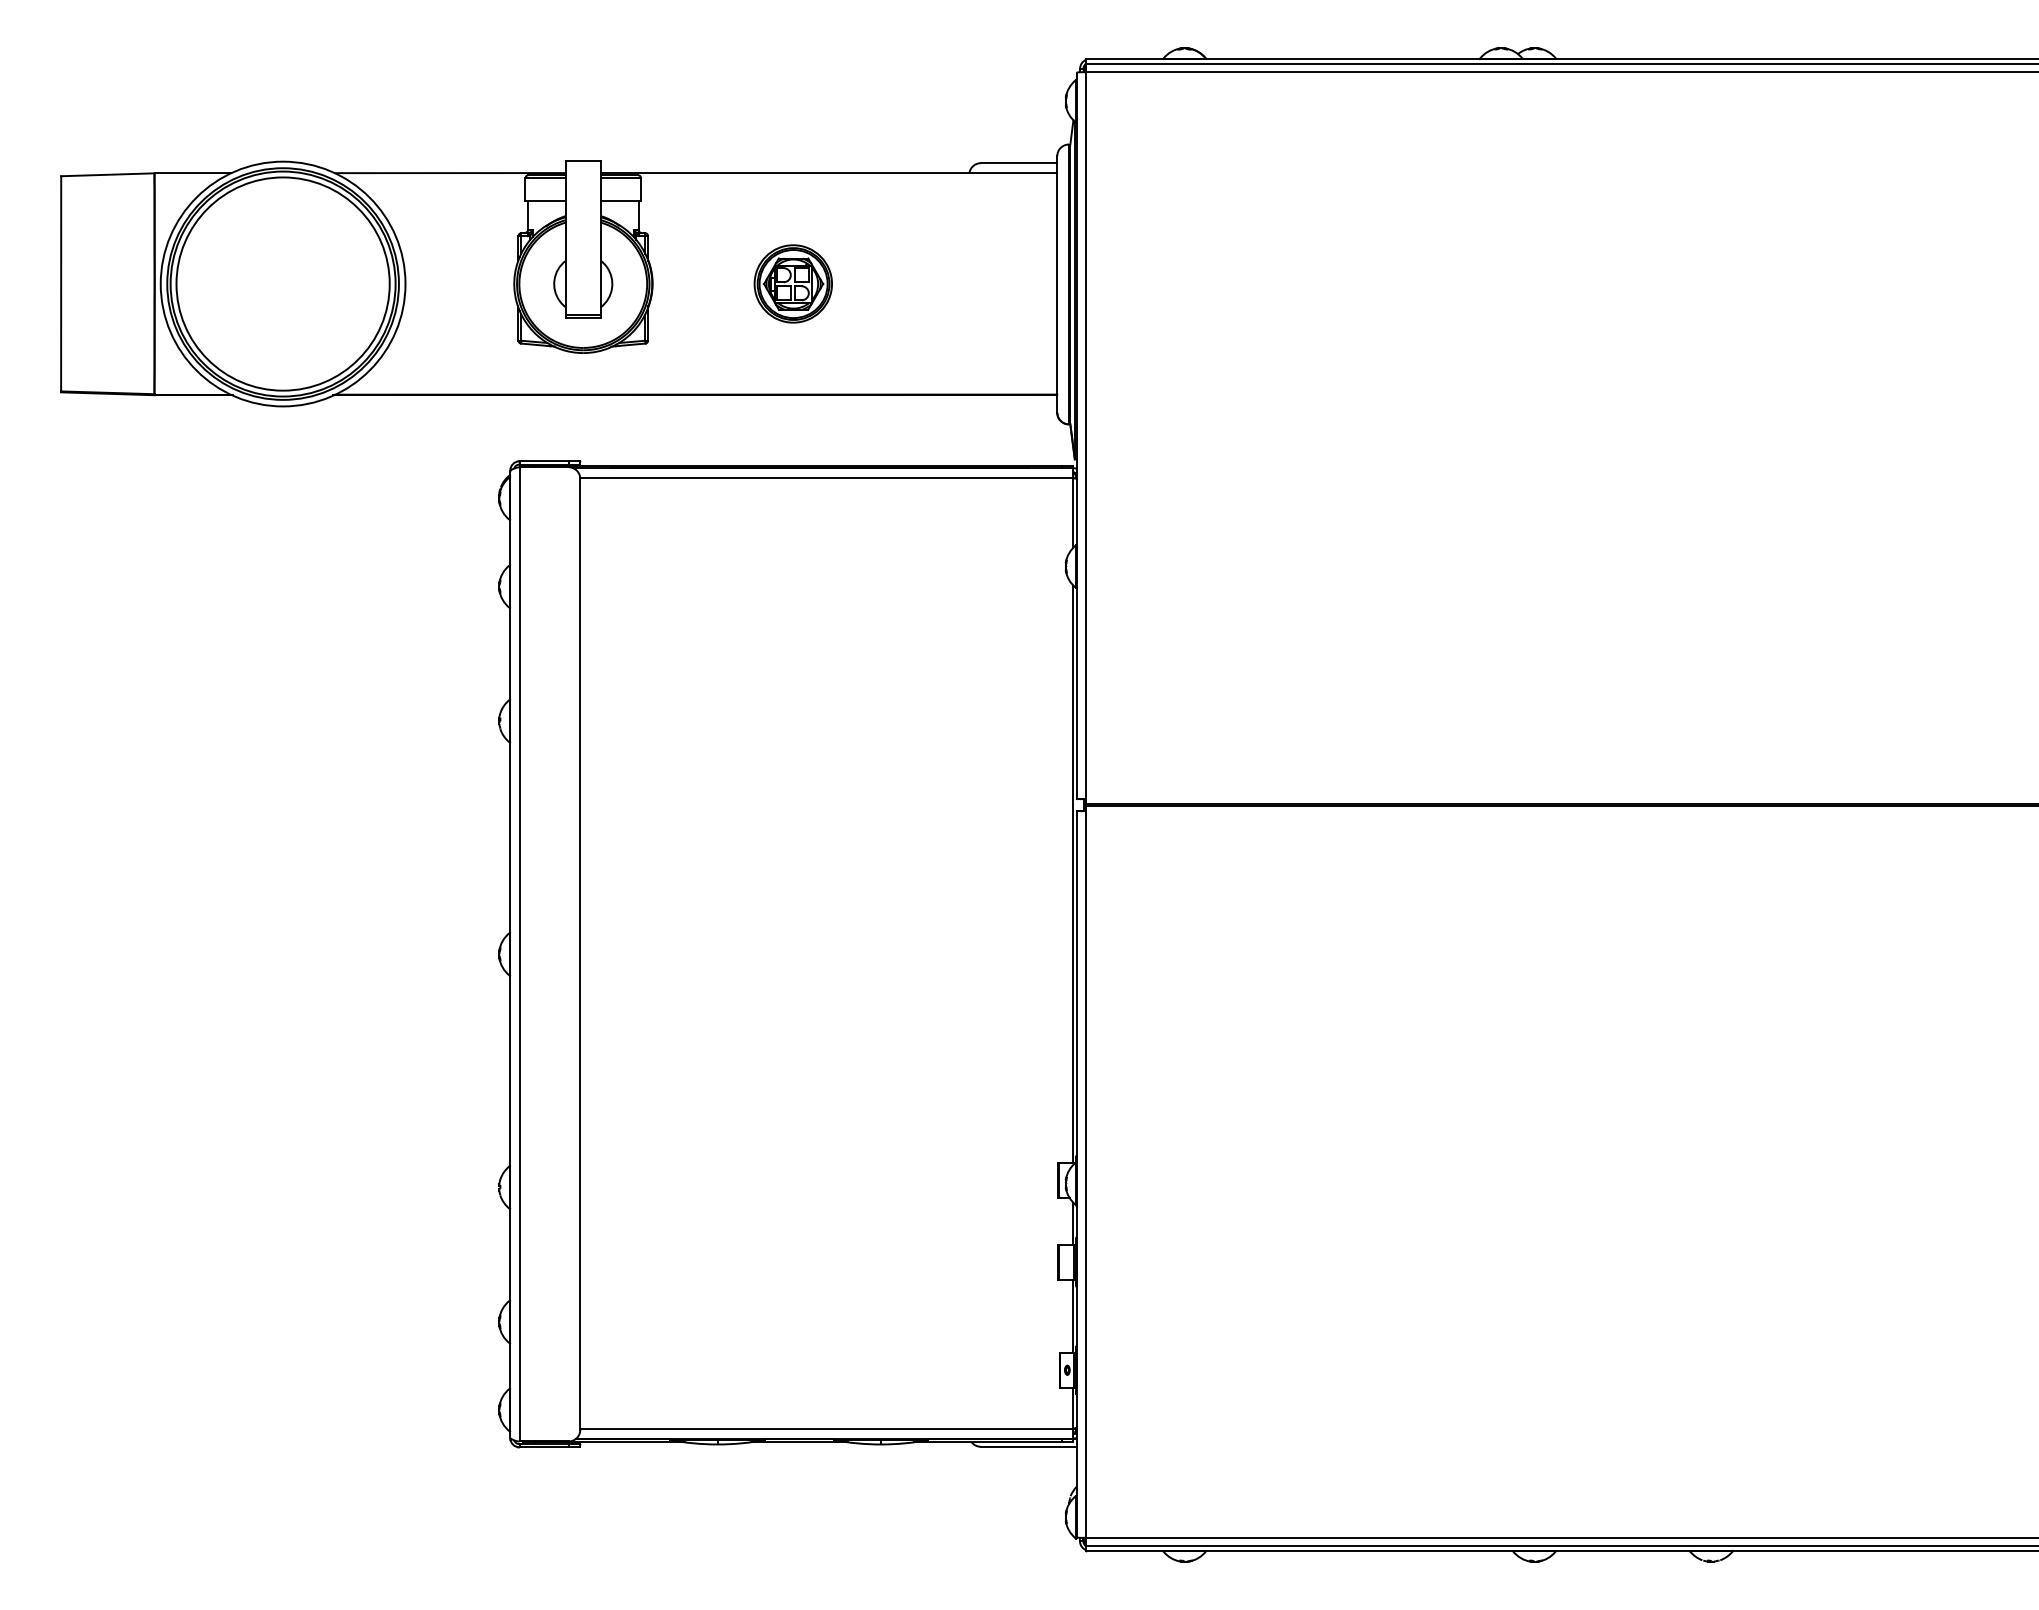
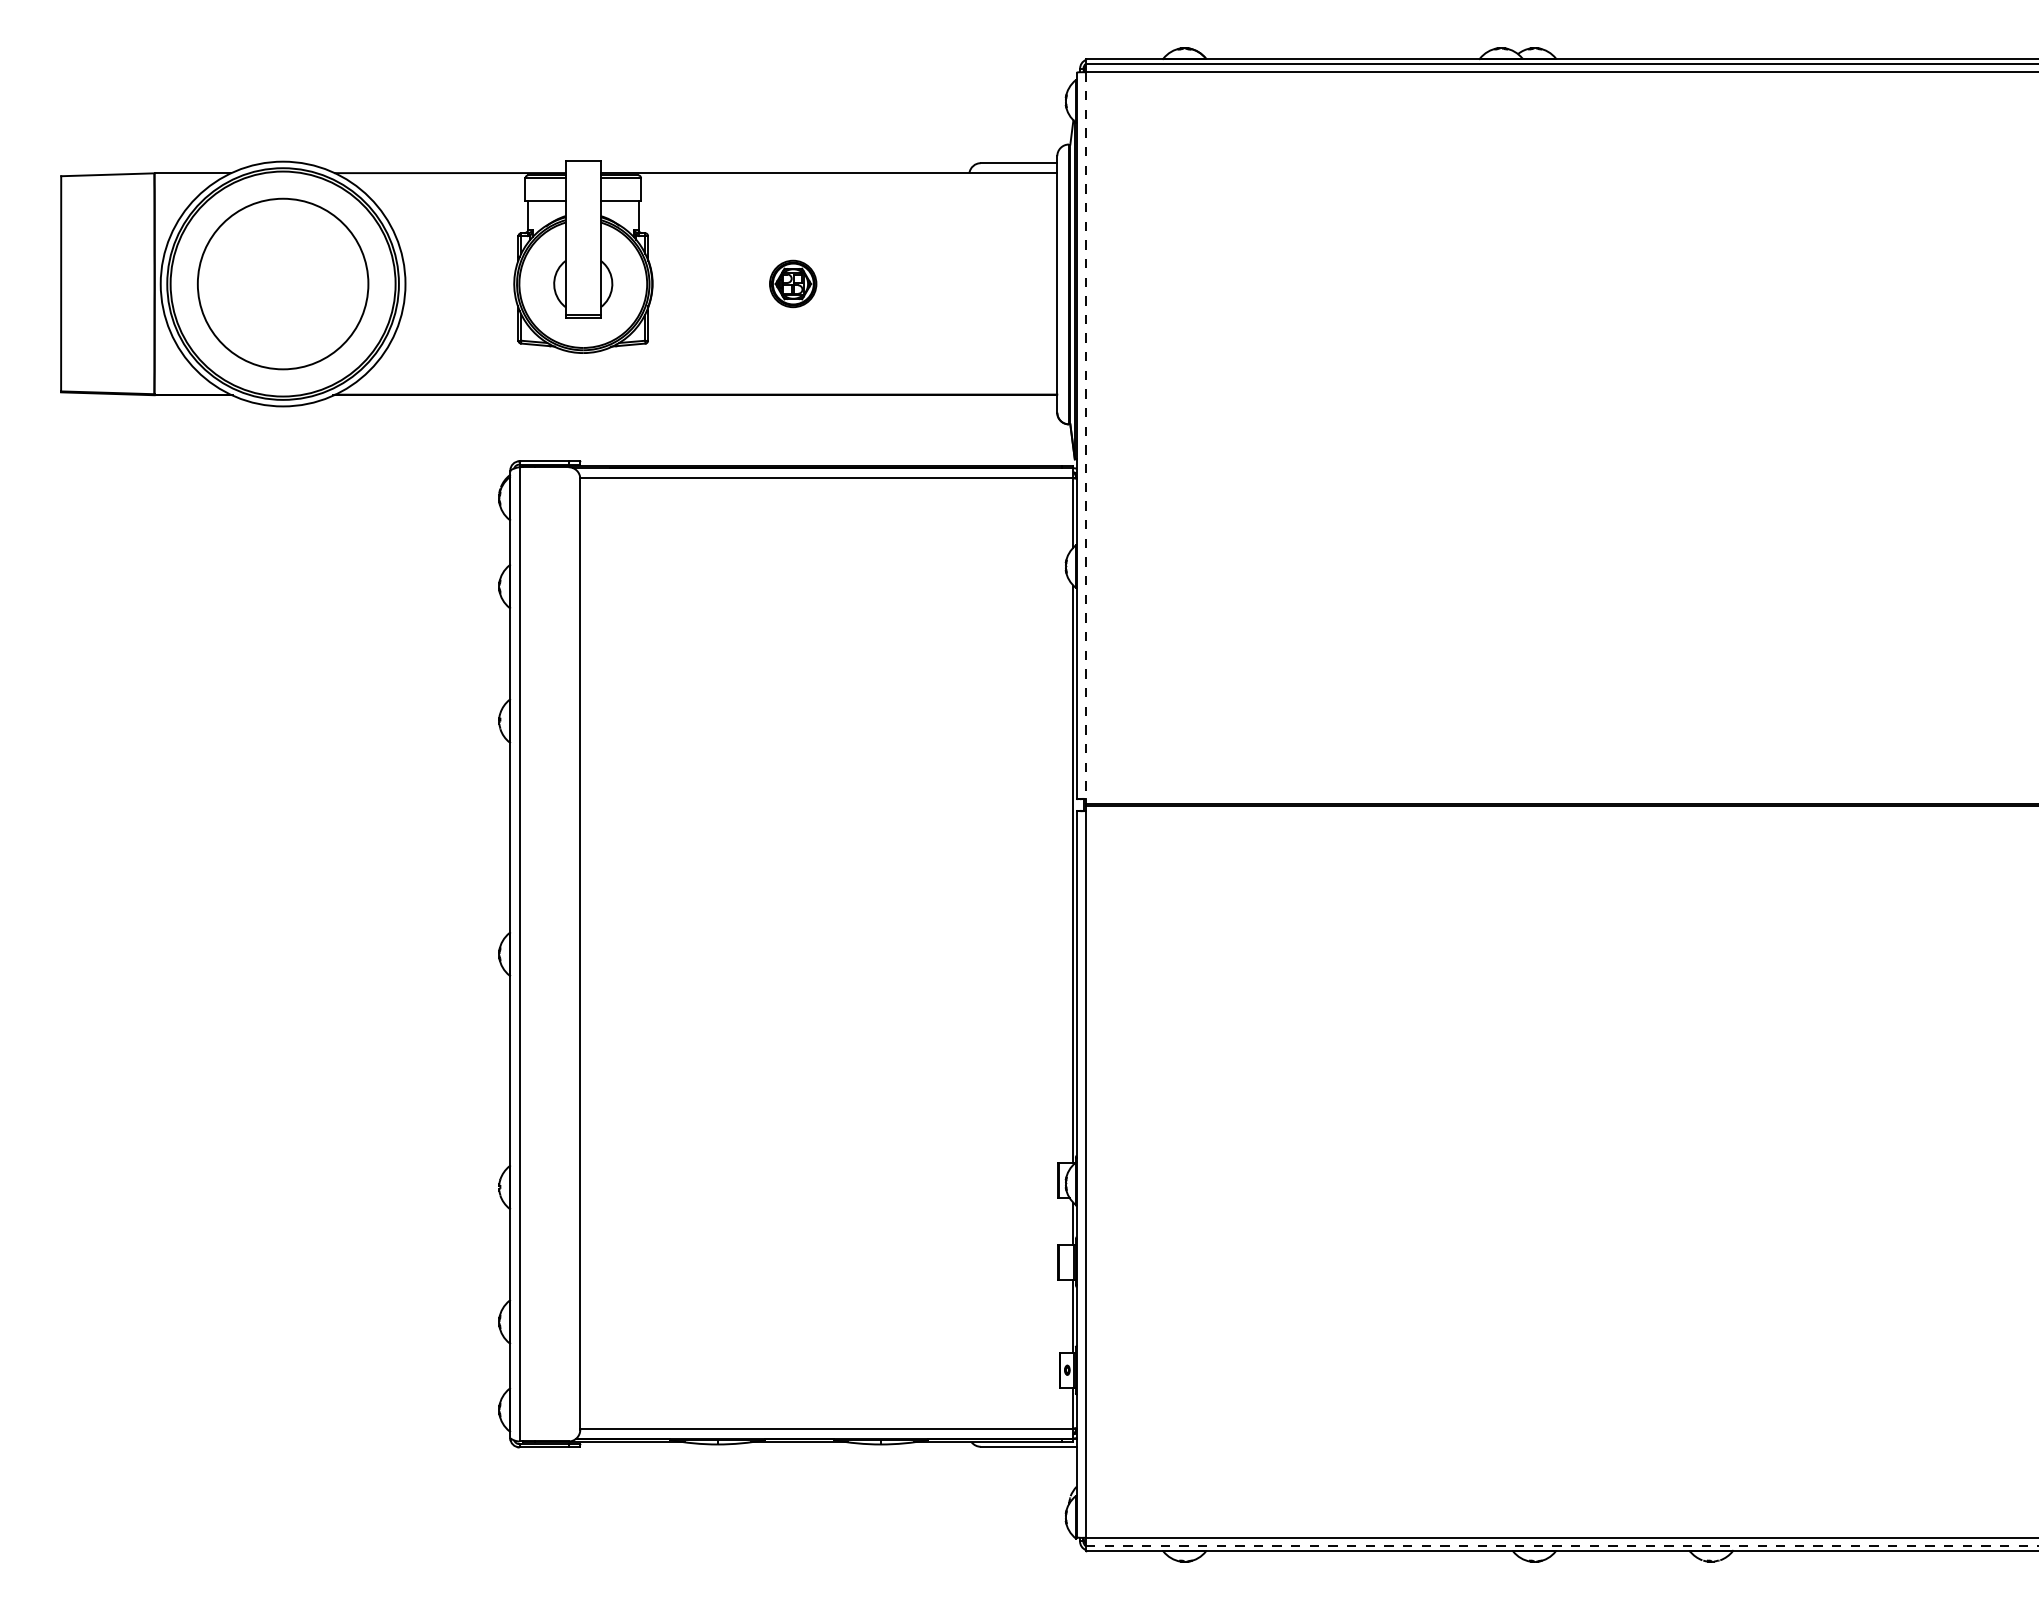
circle at (282, 283) diameter: 213 px -> 171 px
part at (792, 283) size: 80x80 px -> 49x50 px
line at (1085, 436): solid -> dashed
line at (1562, 1546): solid -> dashed
